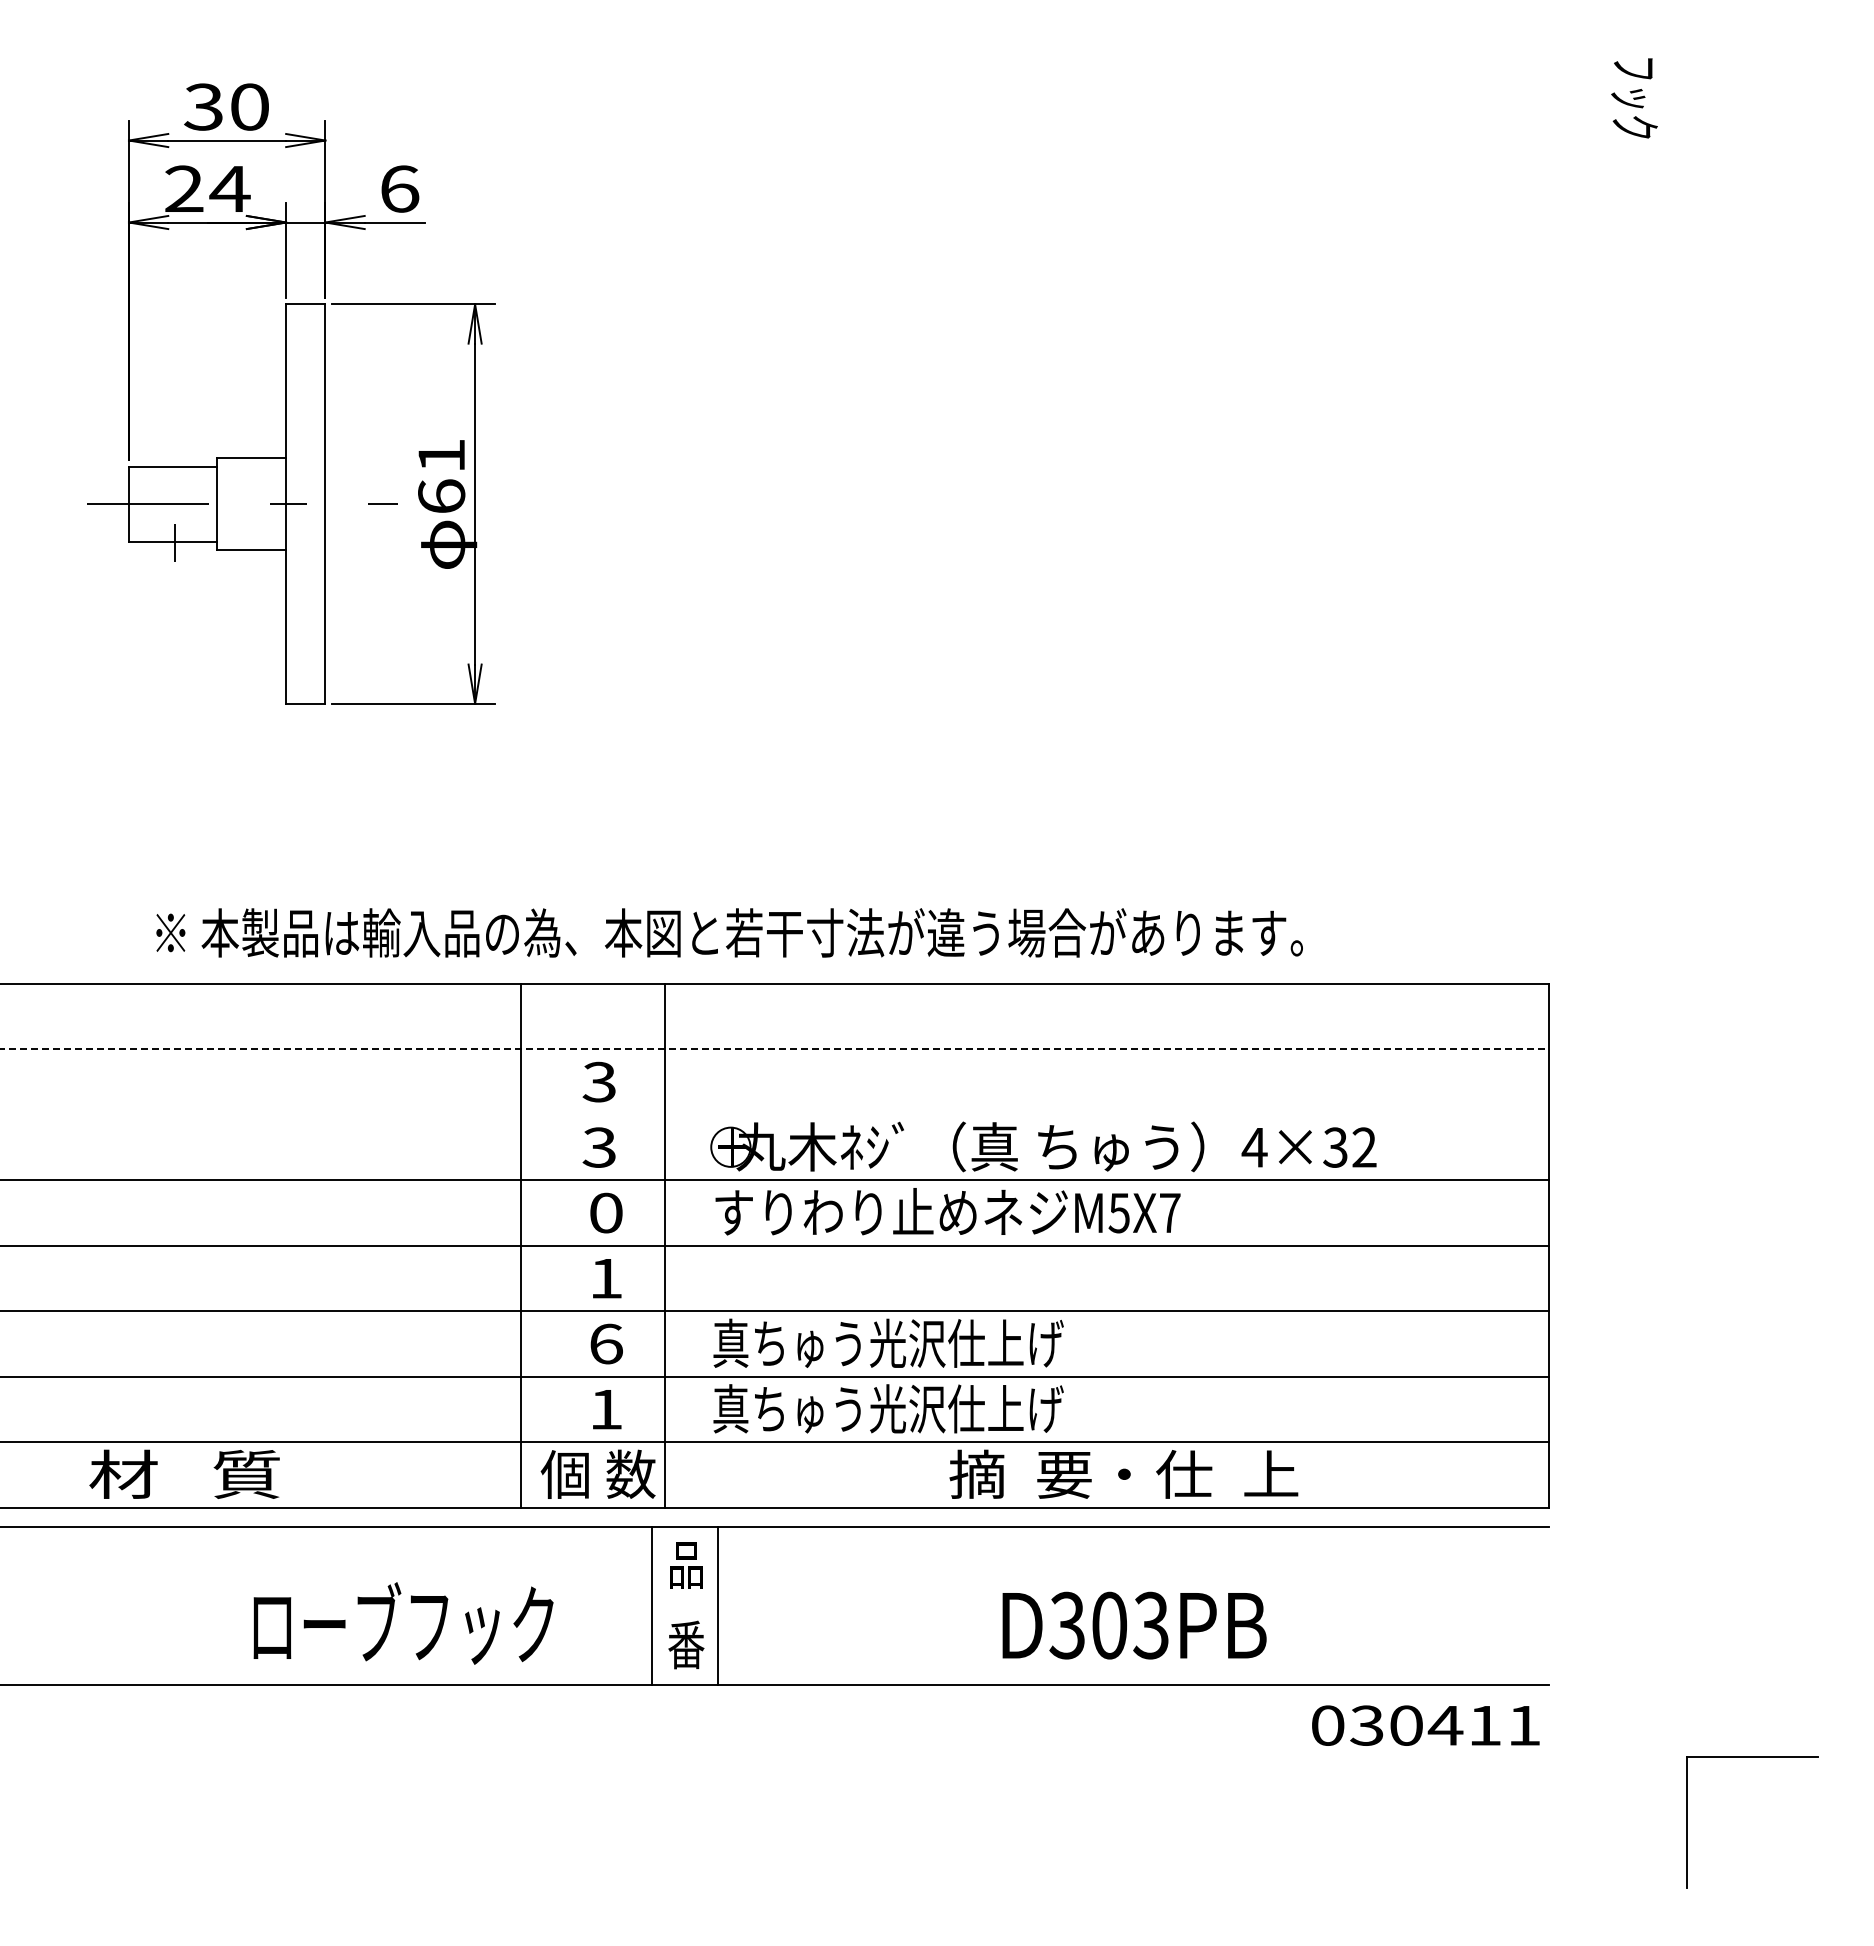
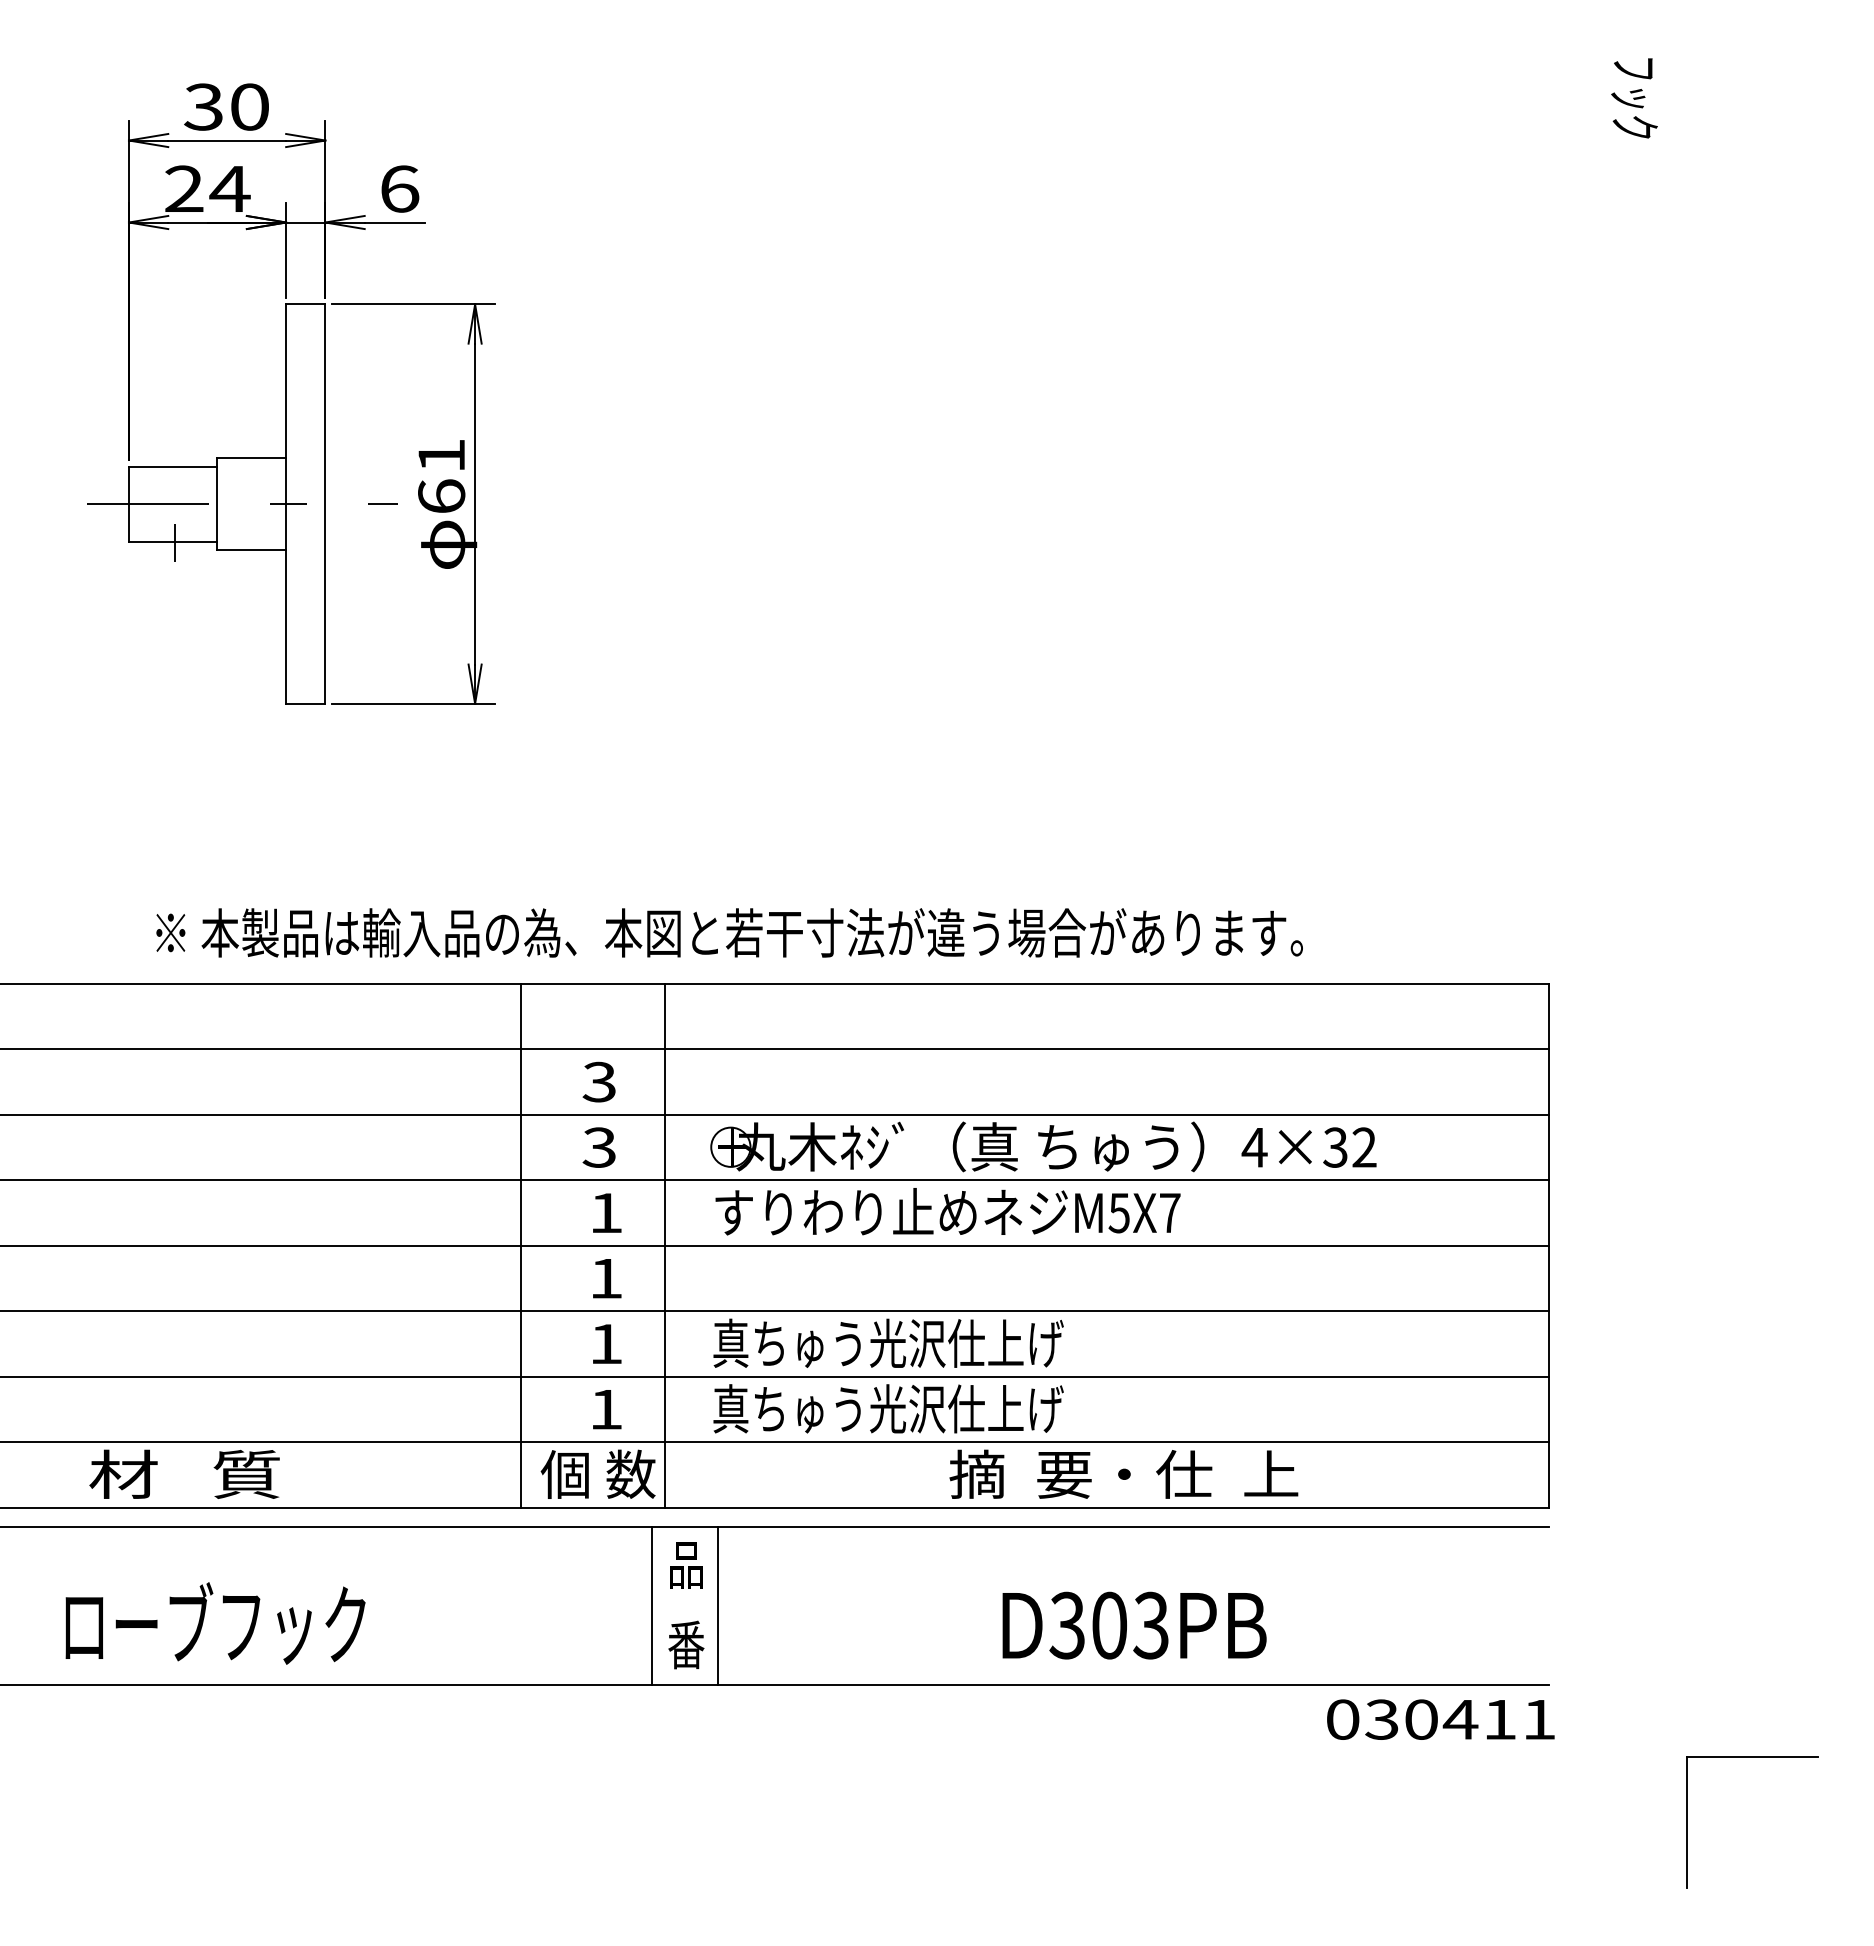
line at (775, 1049): dashed -> solid
line at (775, 1114): none -> present
text at (606, 1212): 0 -> 1
text at (606, 1343): 6 -> 1
text at (403, 1623) position: (403, 1623) -> (215, 1623)
text at (1425, 1725) position: (1425, 1725) -> (1440, 1719)
